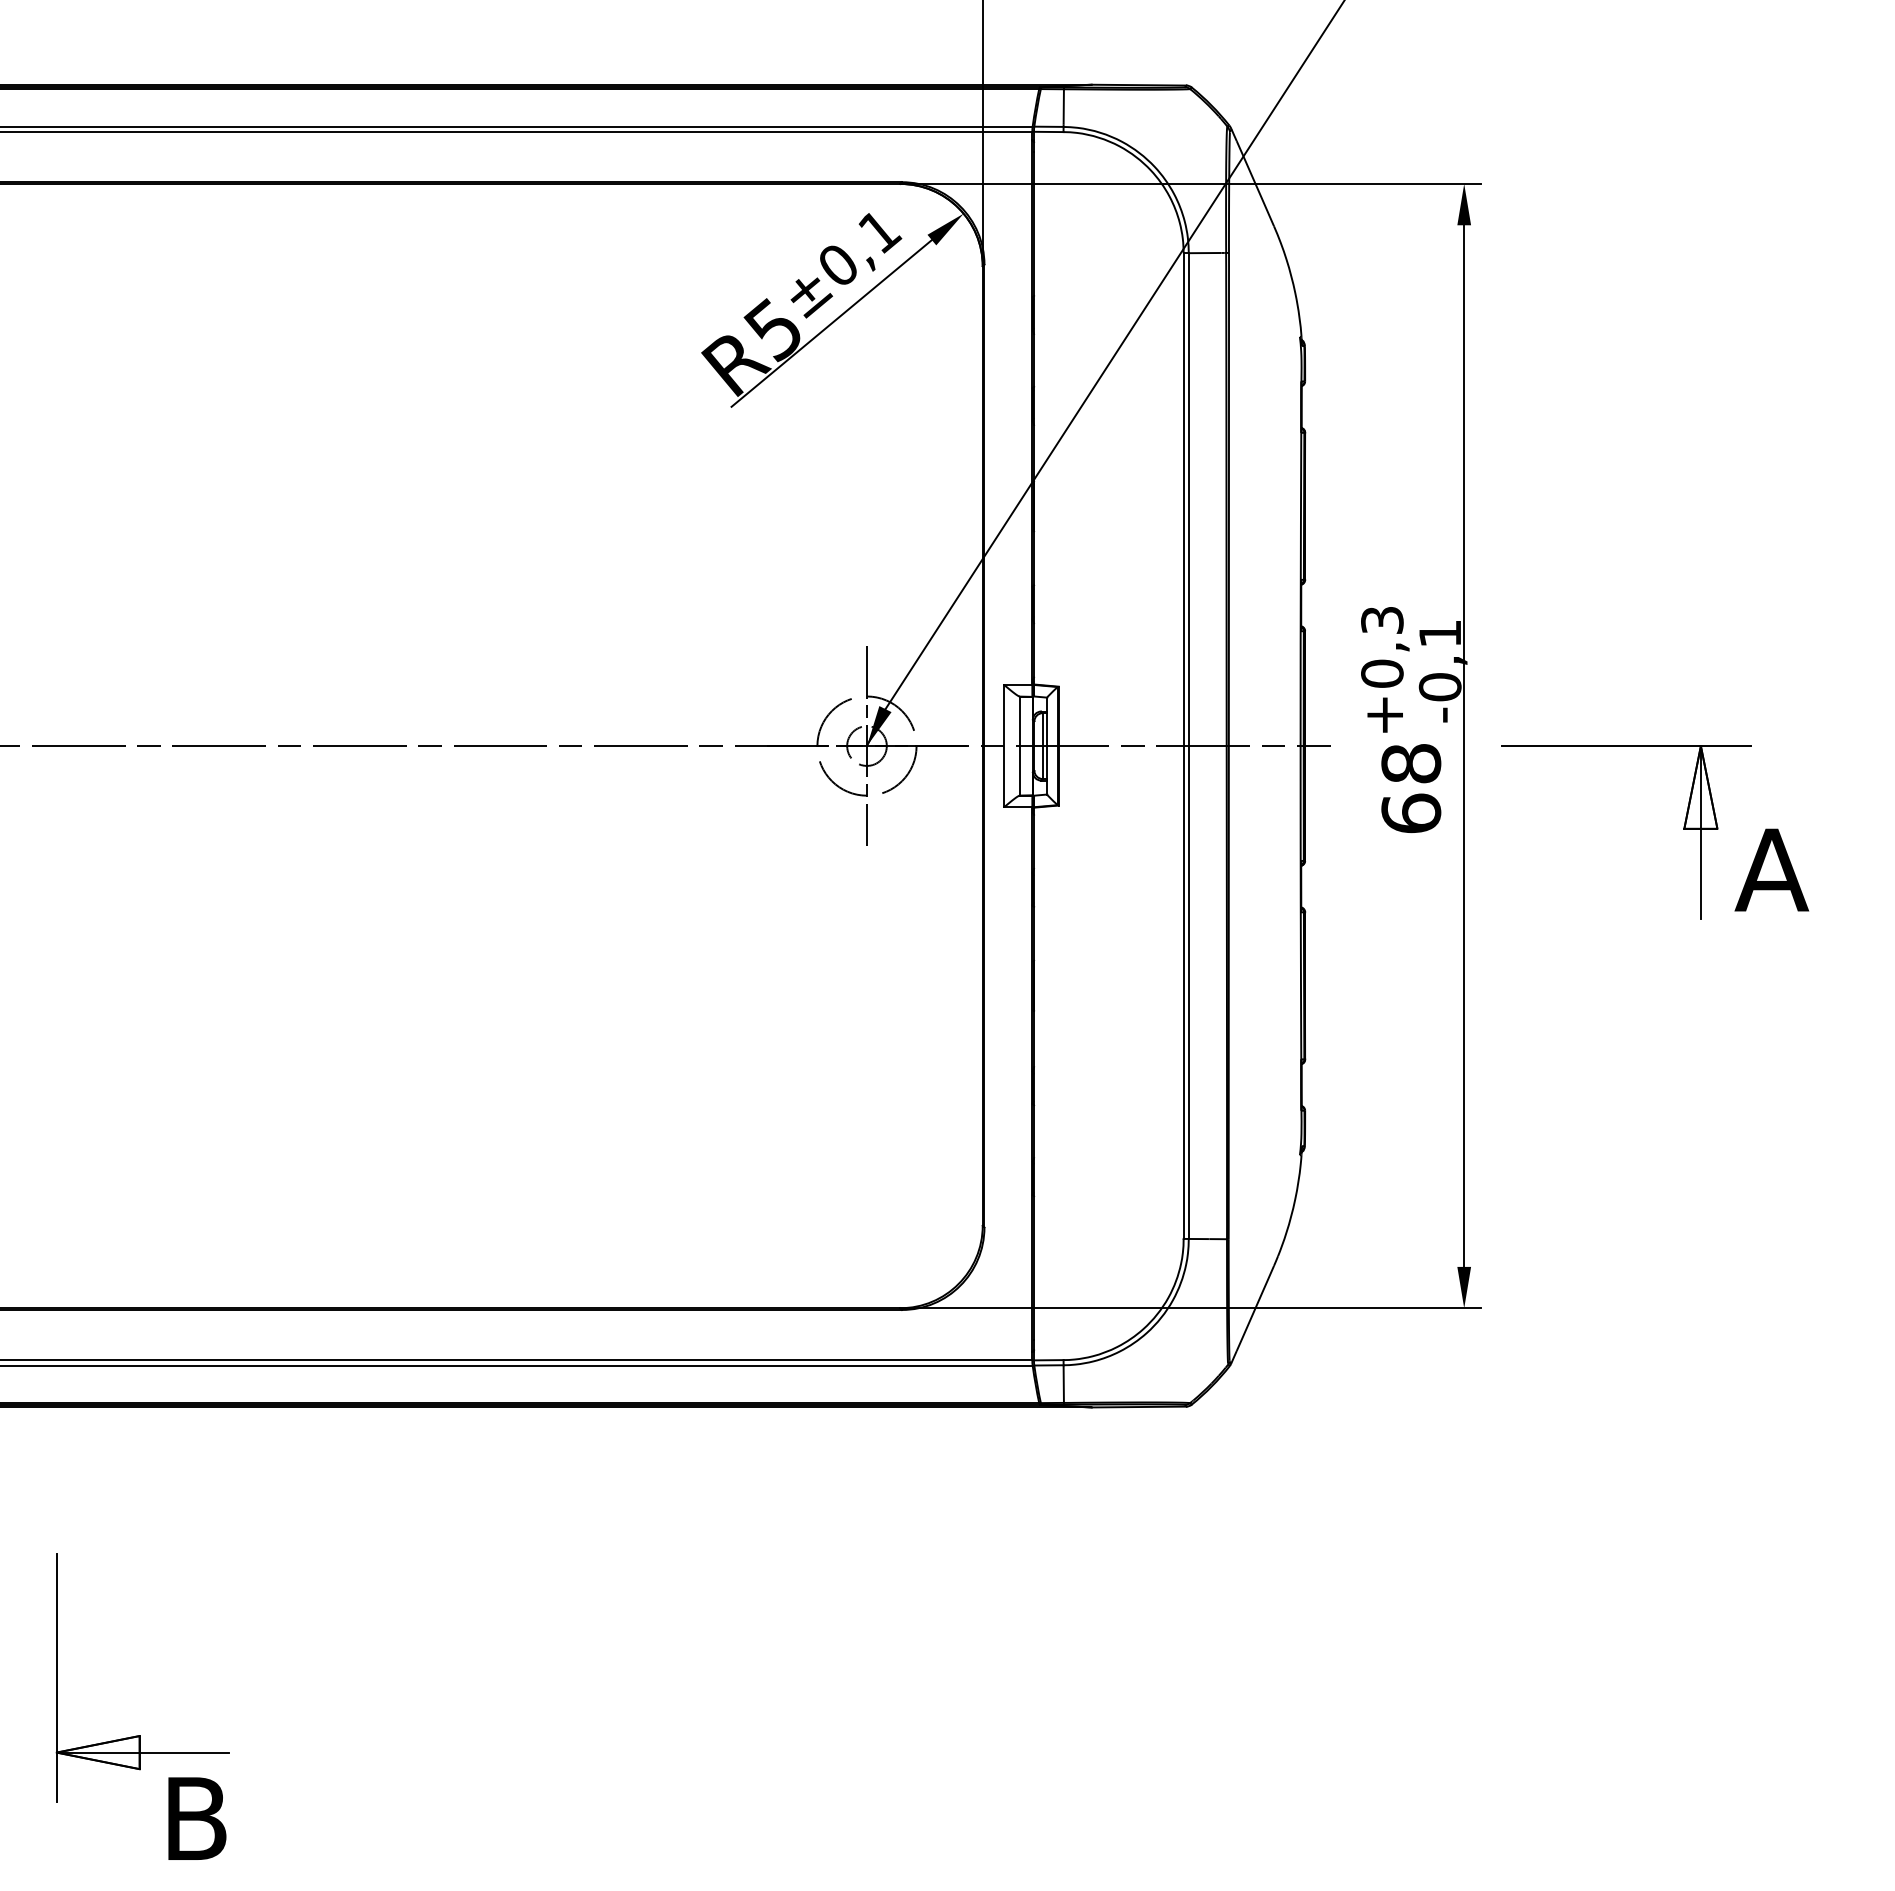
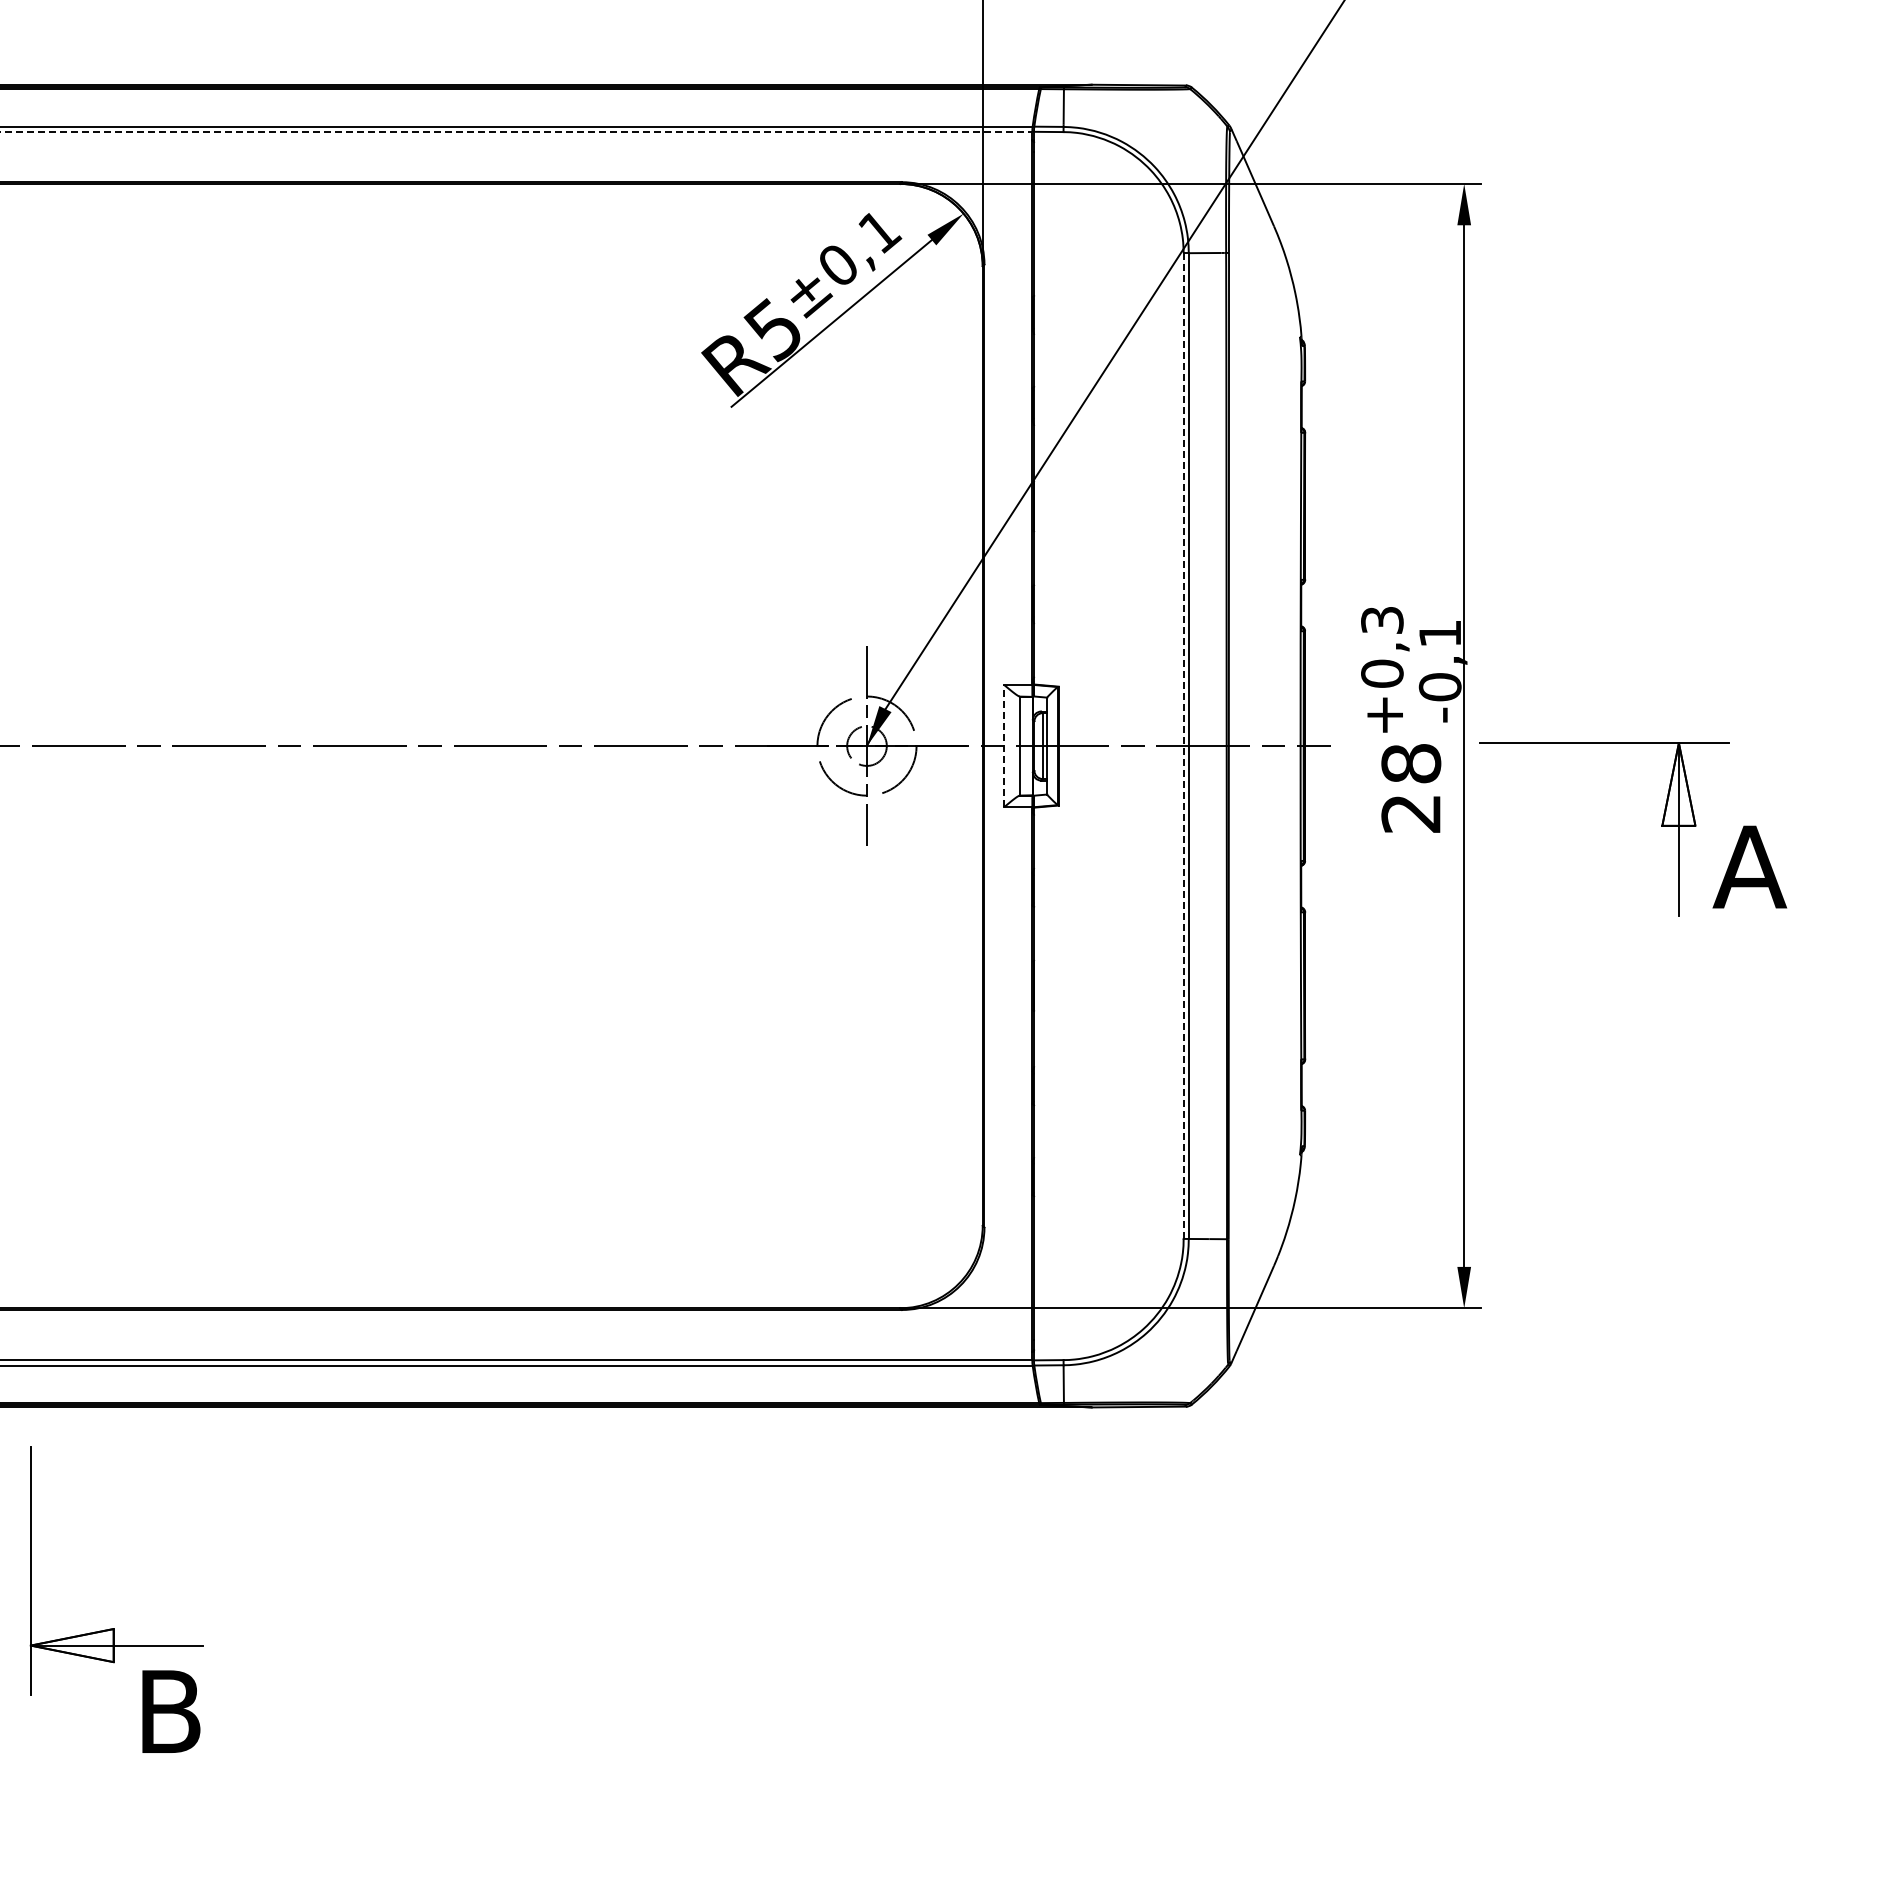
line at (516, 131): solid -> dashed
line at (1004, 745): solid -> dashed
line at (1183, 746): solid -> dashed
text at (1411, 813): 68 -> 28
part at (1683, 829) position: (1683, 829) -> (1661, 826)
part at (140, 1735) position: (140, 1735) -> (114, 1628)
